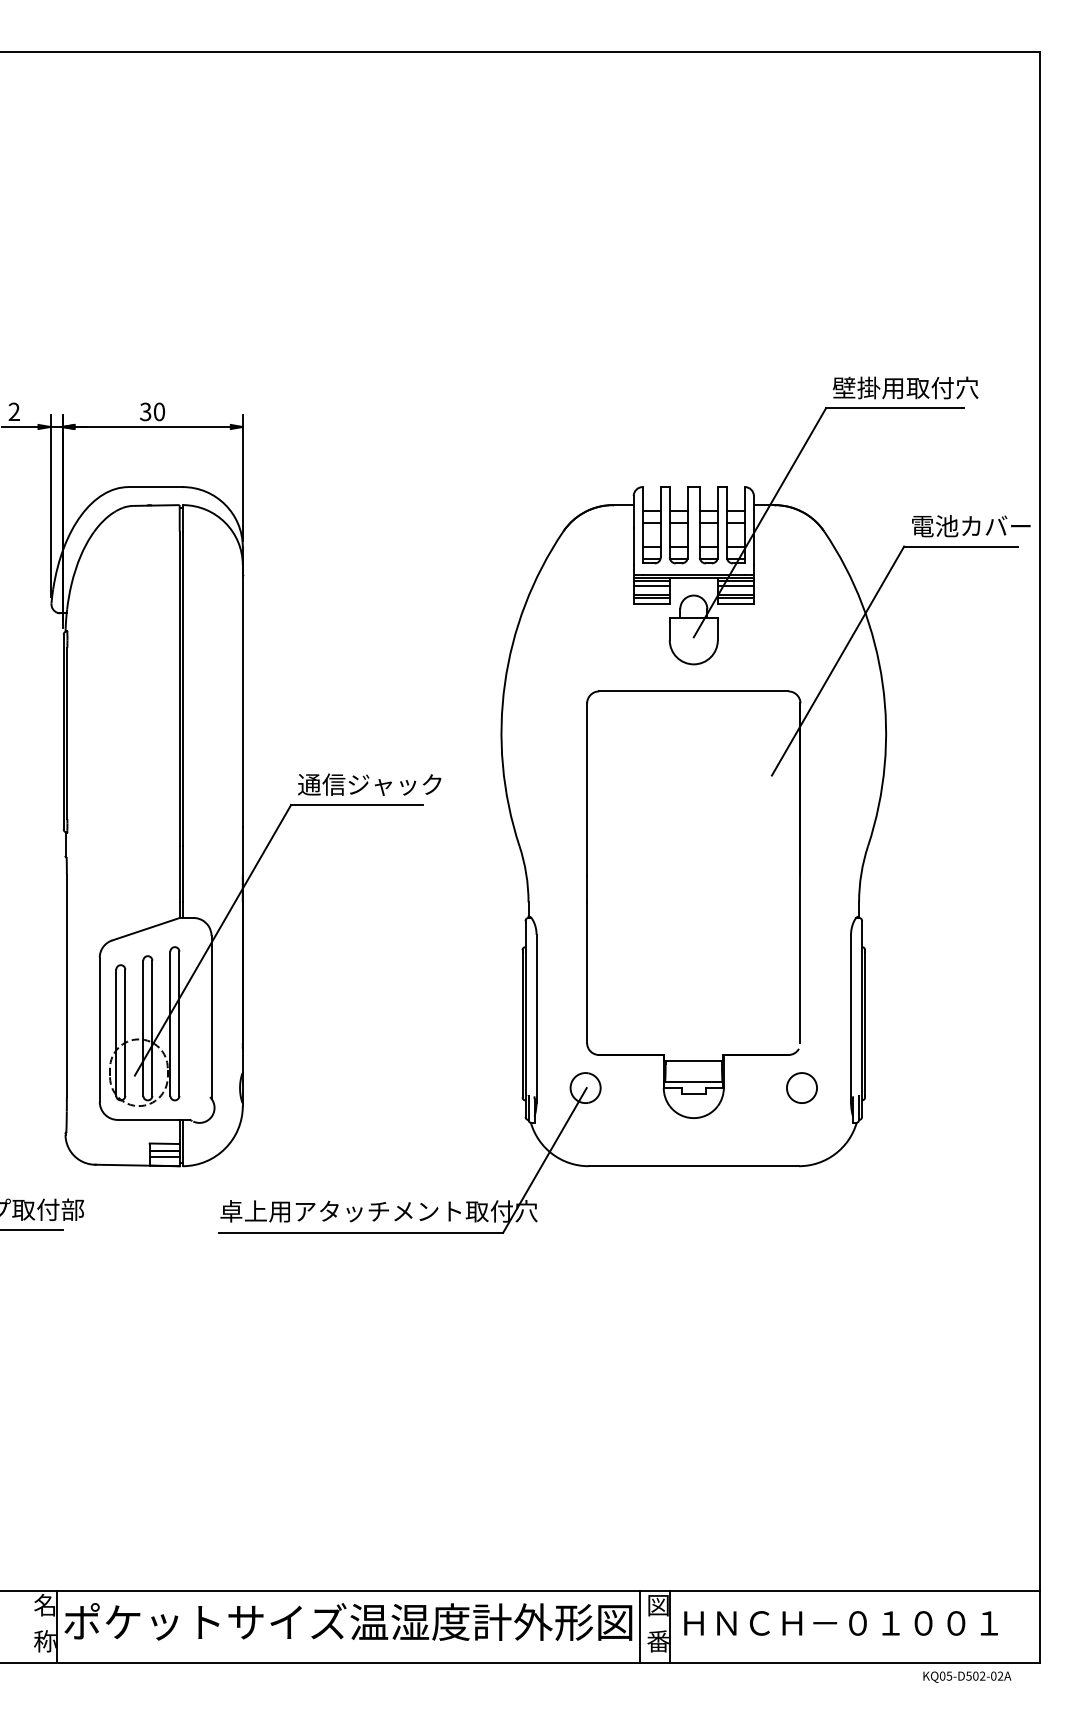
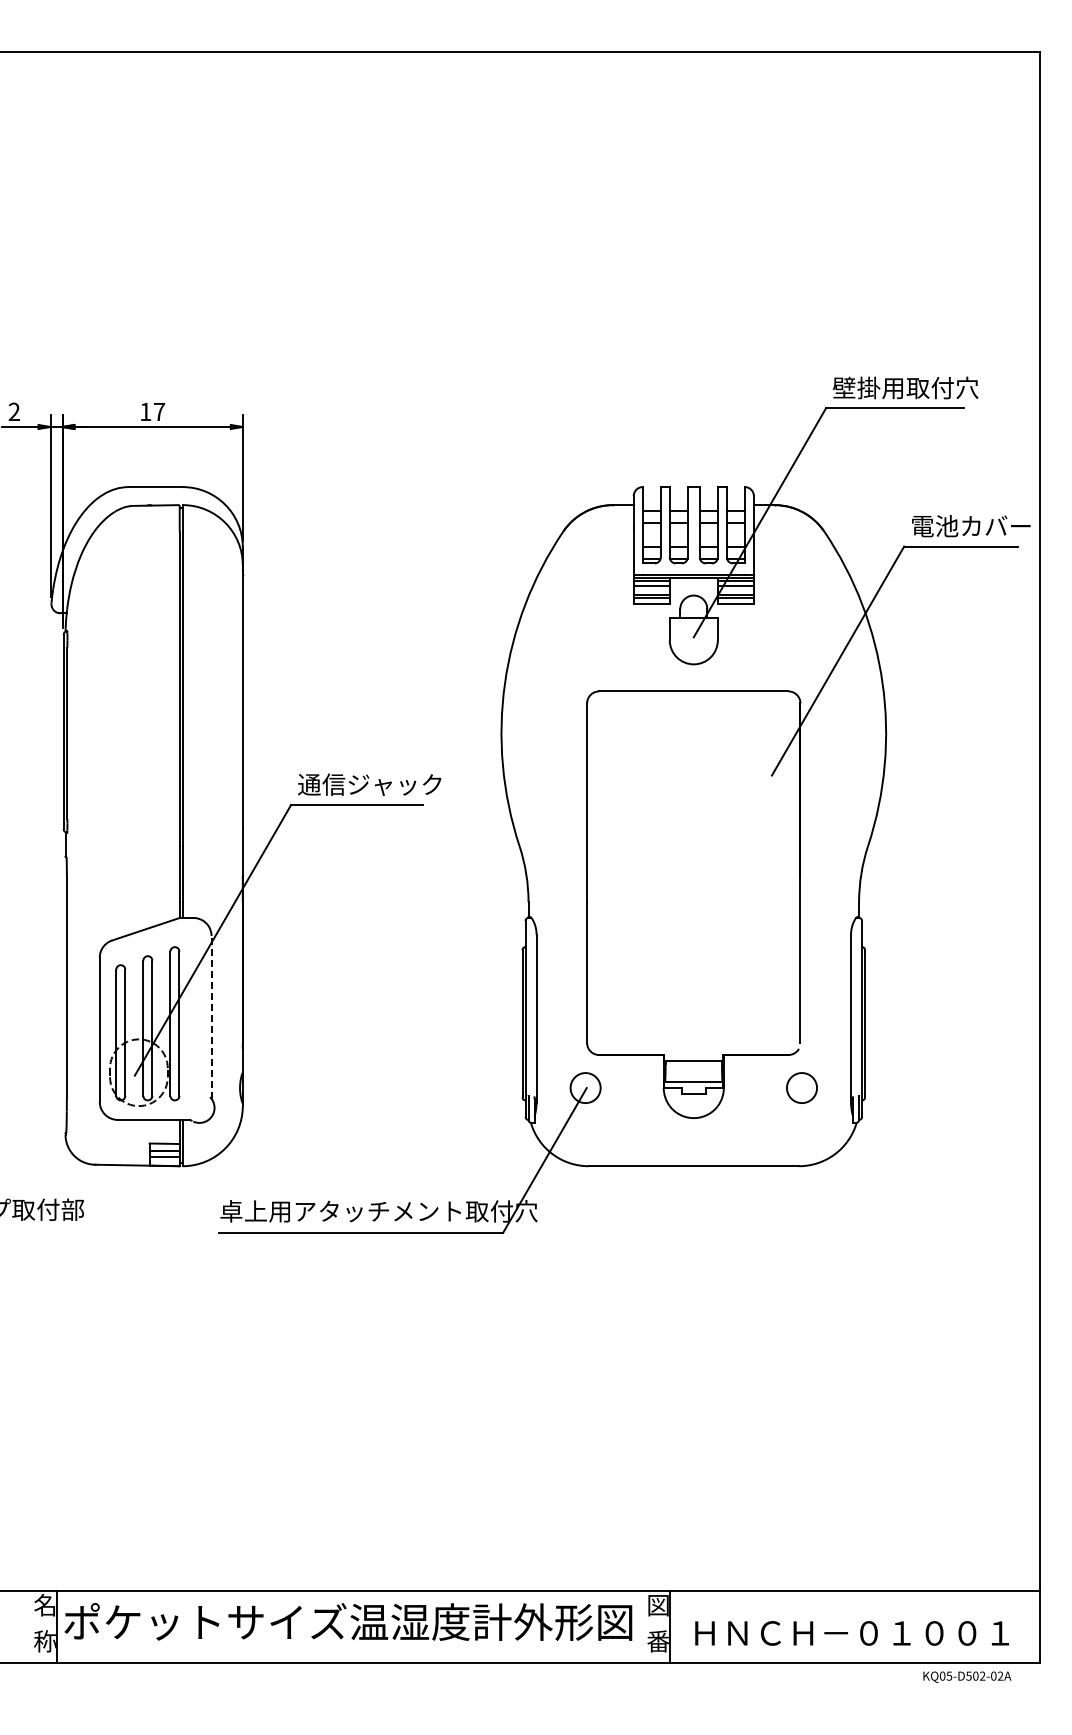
text at (152, 411): 30 -> 17
line at (211, 1016): solid -> dashed
line at (32, 1230): present -> none
text at (840, 1623) position: (840, 1623) -> (851, 1633)
line at (640, 1626): present -> none
